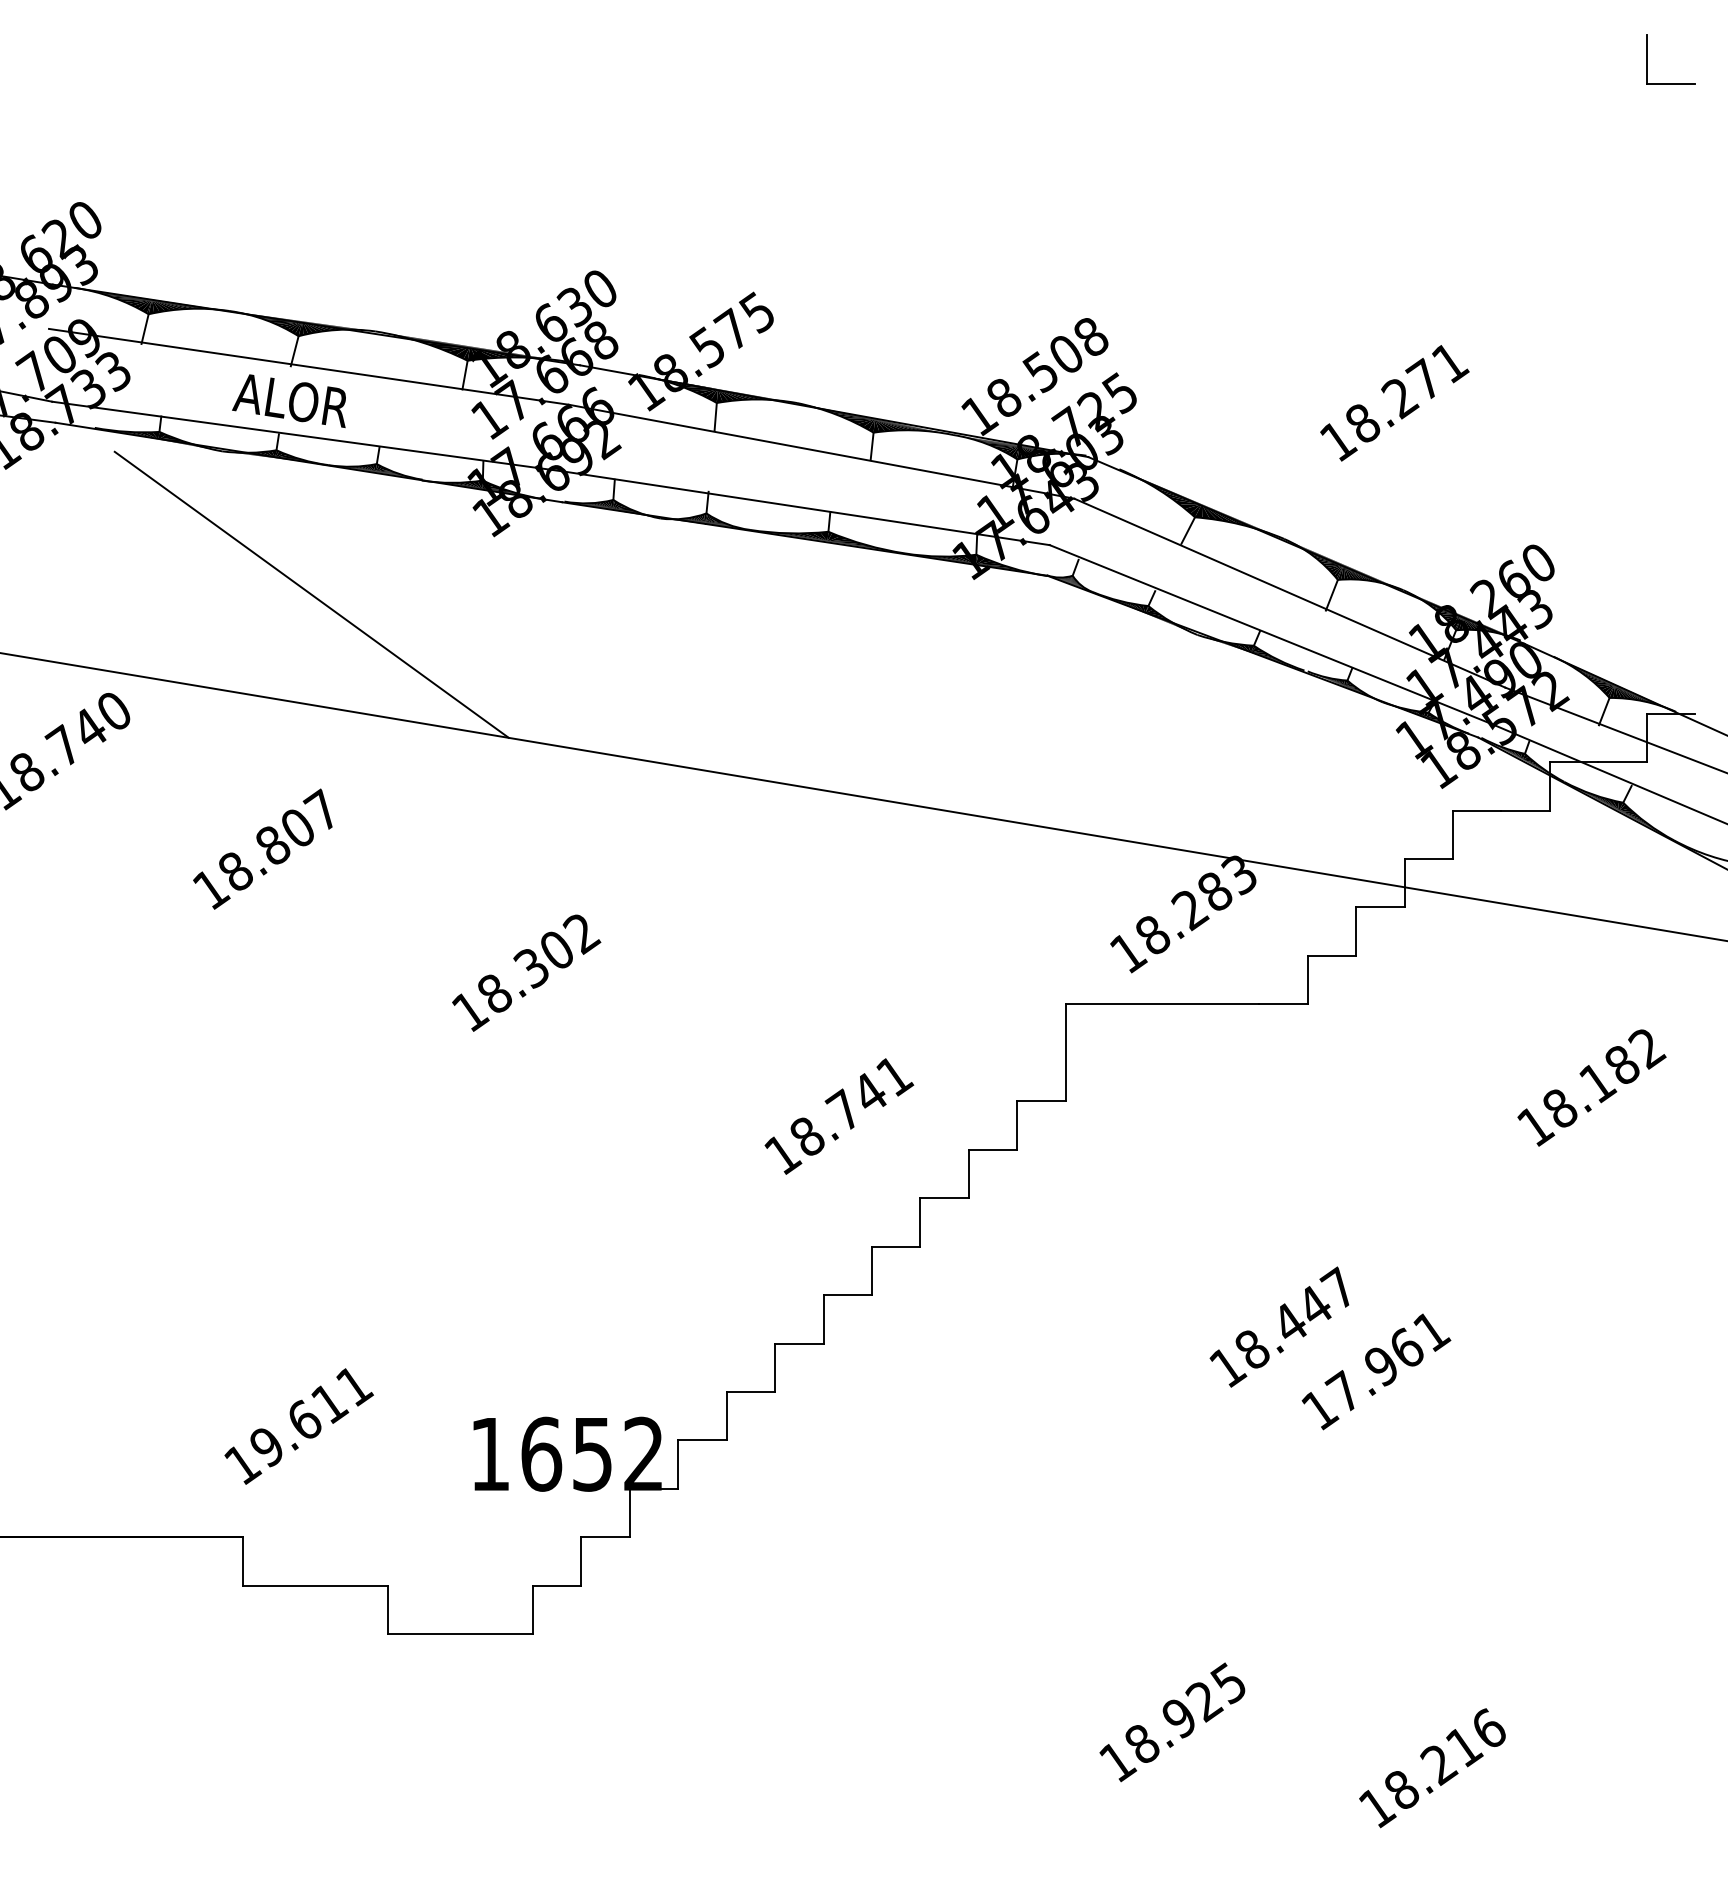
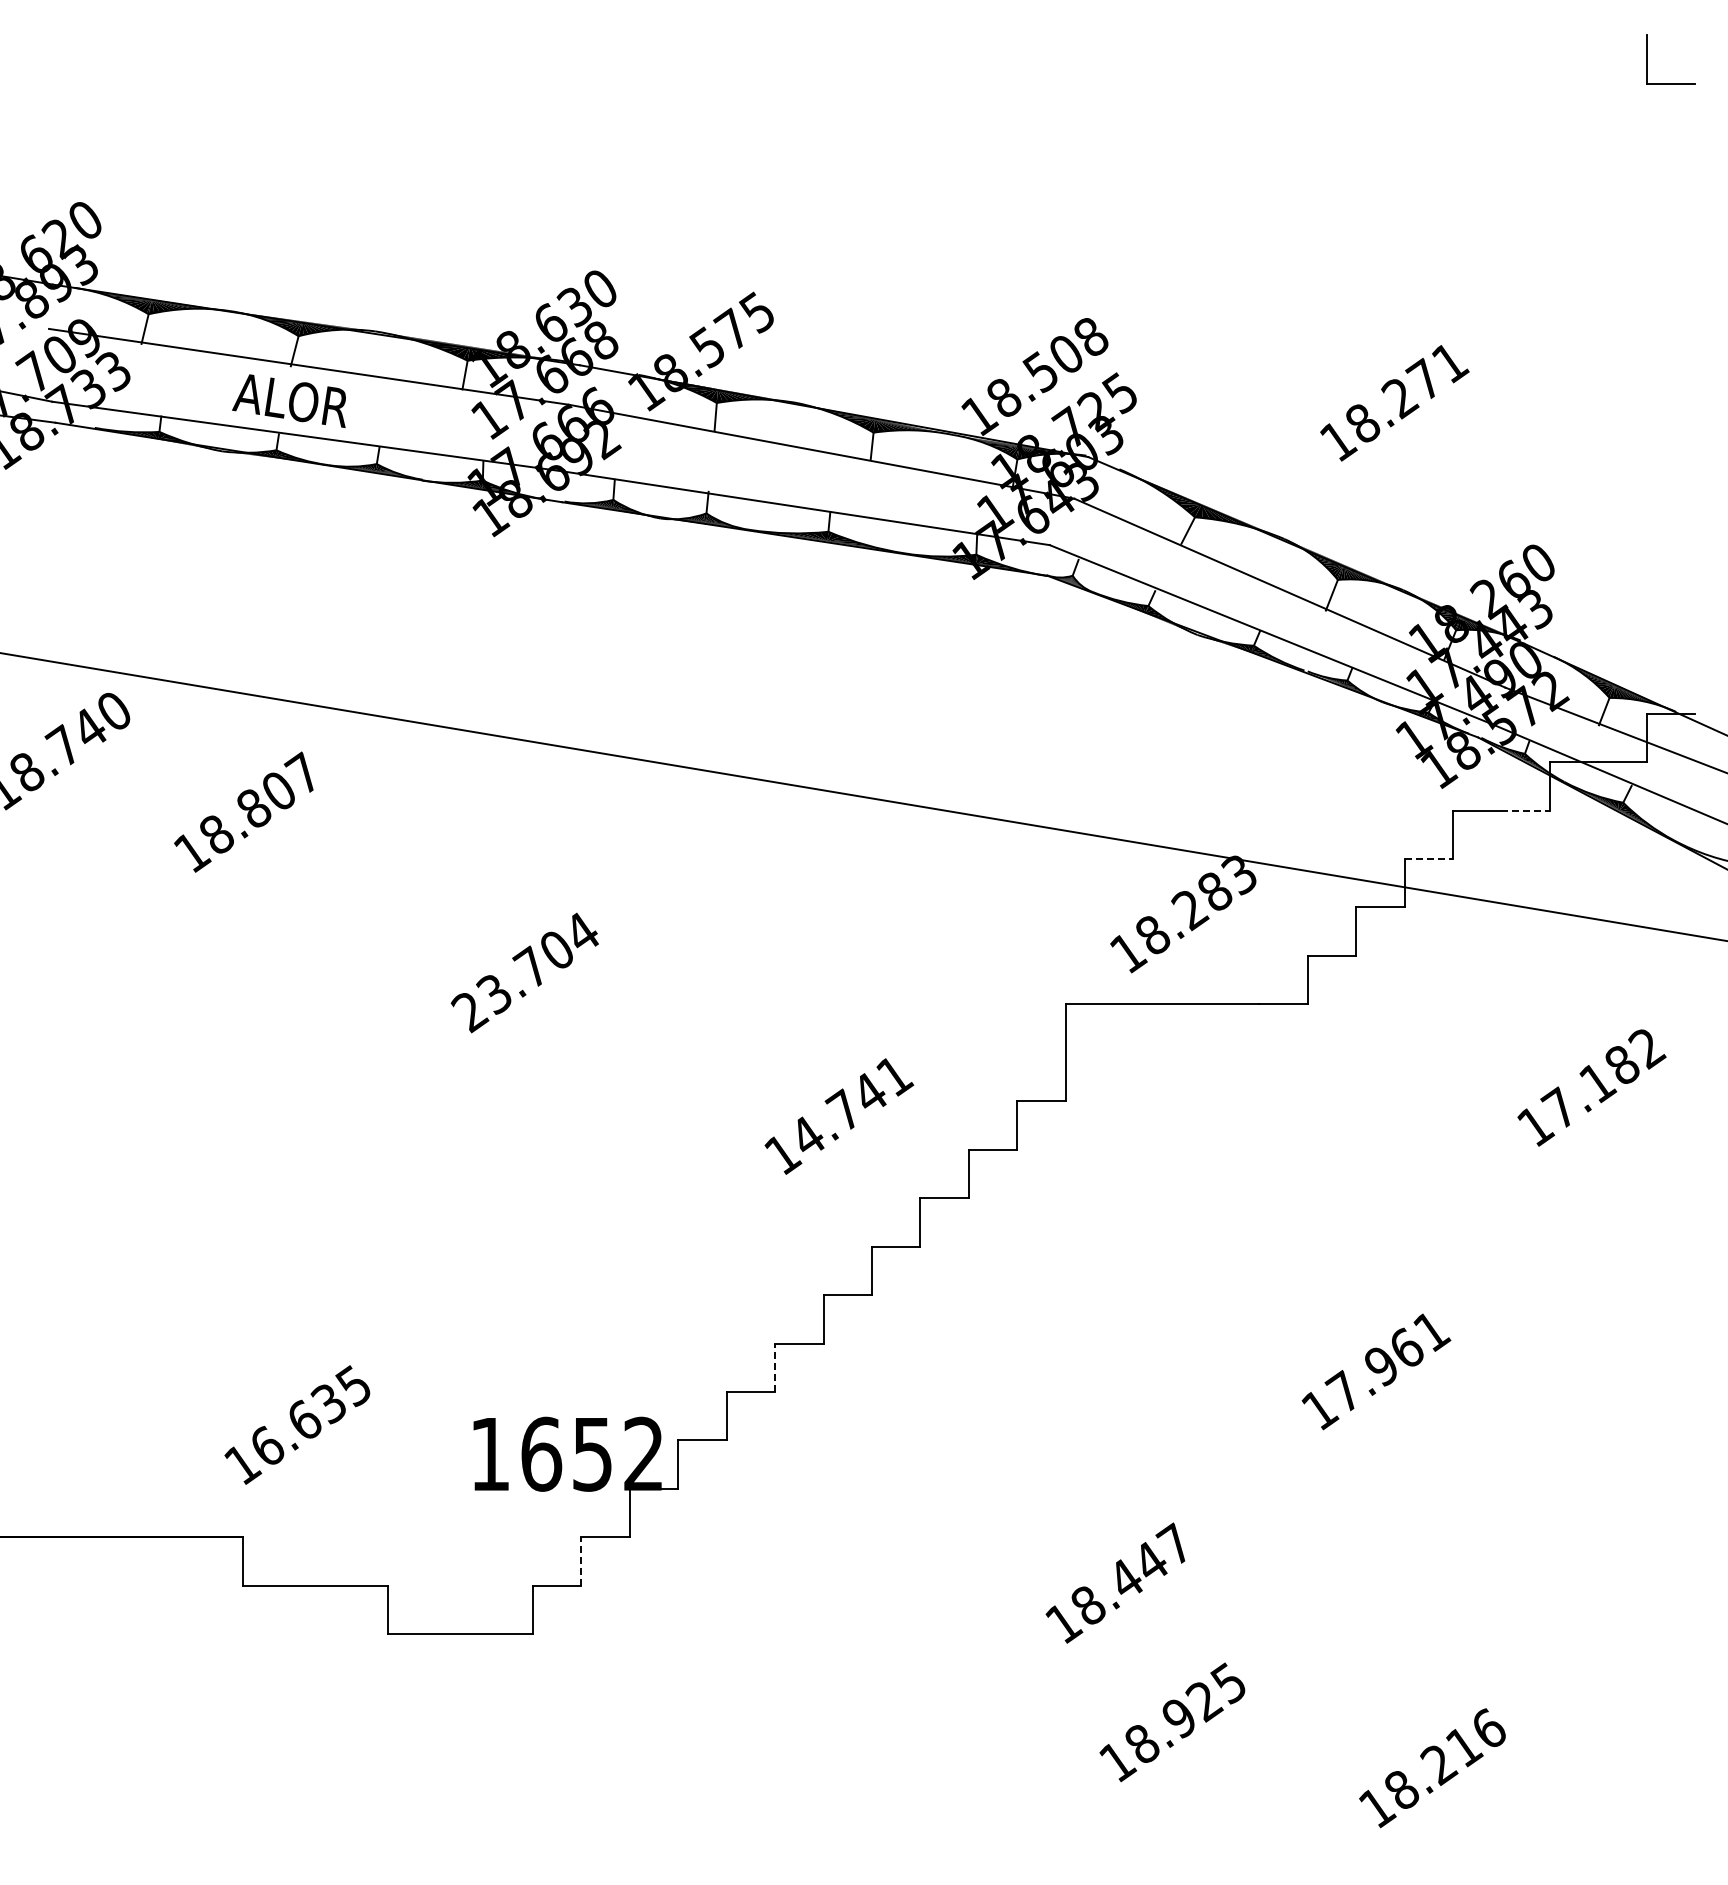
line at (311, 594): present -> none
line at (1526, 810): solid -> dashed
text at (262, 848) position: (262, 848) -> (243, 811)
line at (1429, 858): solid -> dashed
text at (525, 972): 18.302 -> 23.704
text at (1558, 1106): 18.182 -> 17.182
text at (807, 1135): 18.741 -> 14.741
text at (1279, 1326) position: (1279, 1326) -> (1115, 1582)
line at (775, 1367): solid -> dashed
text at (311, 1416): 19.611 -> 16.635
line at (581, 1561): solid -> dashed
